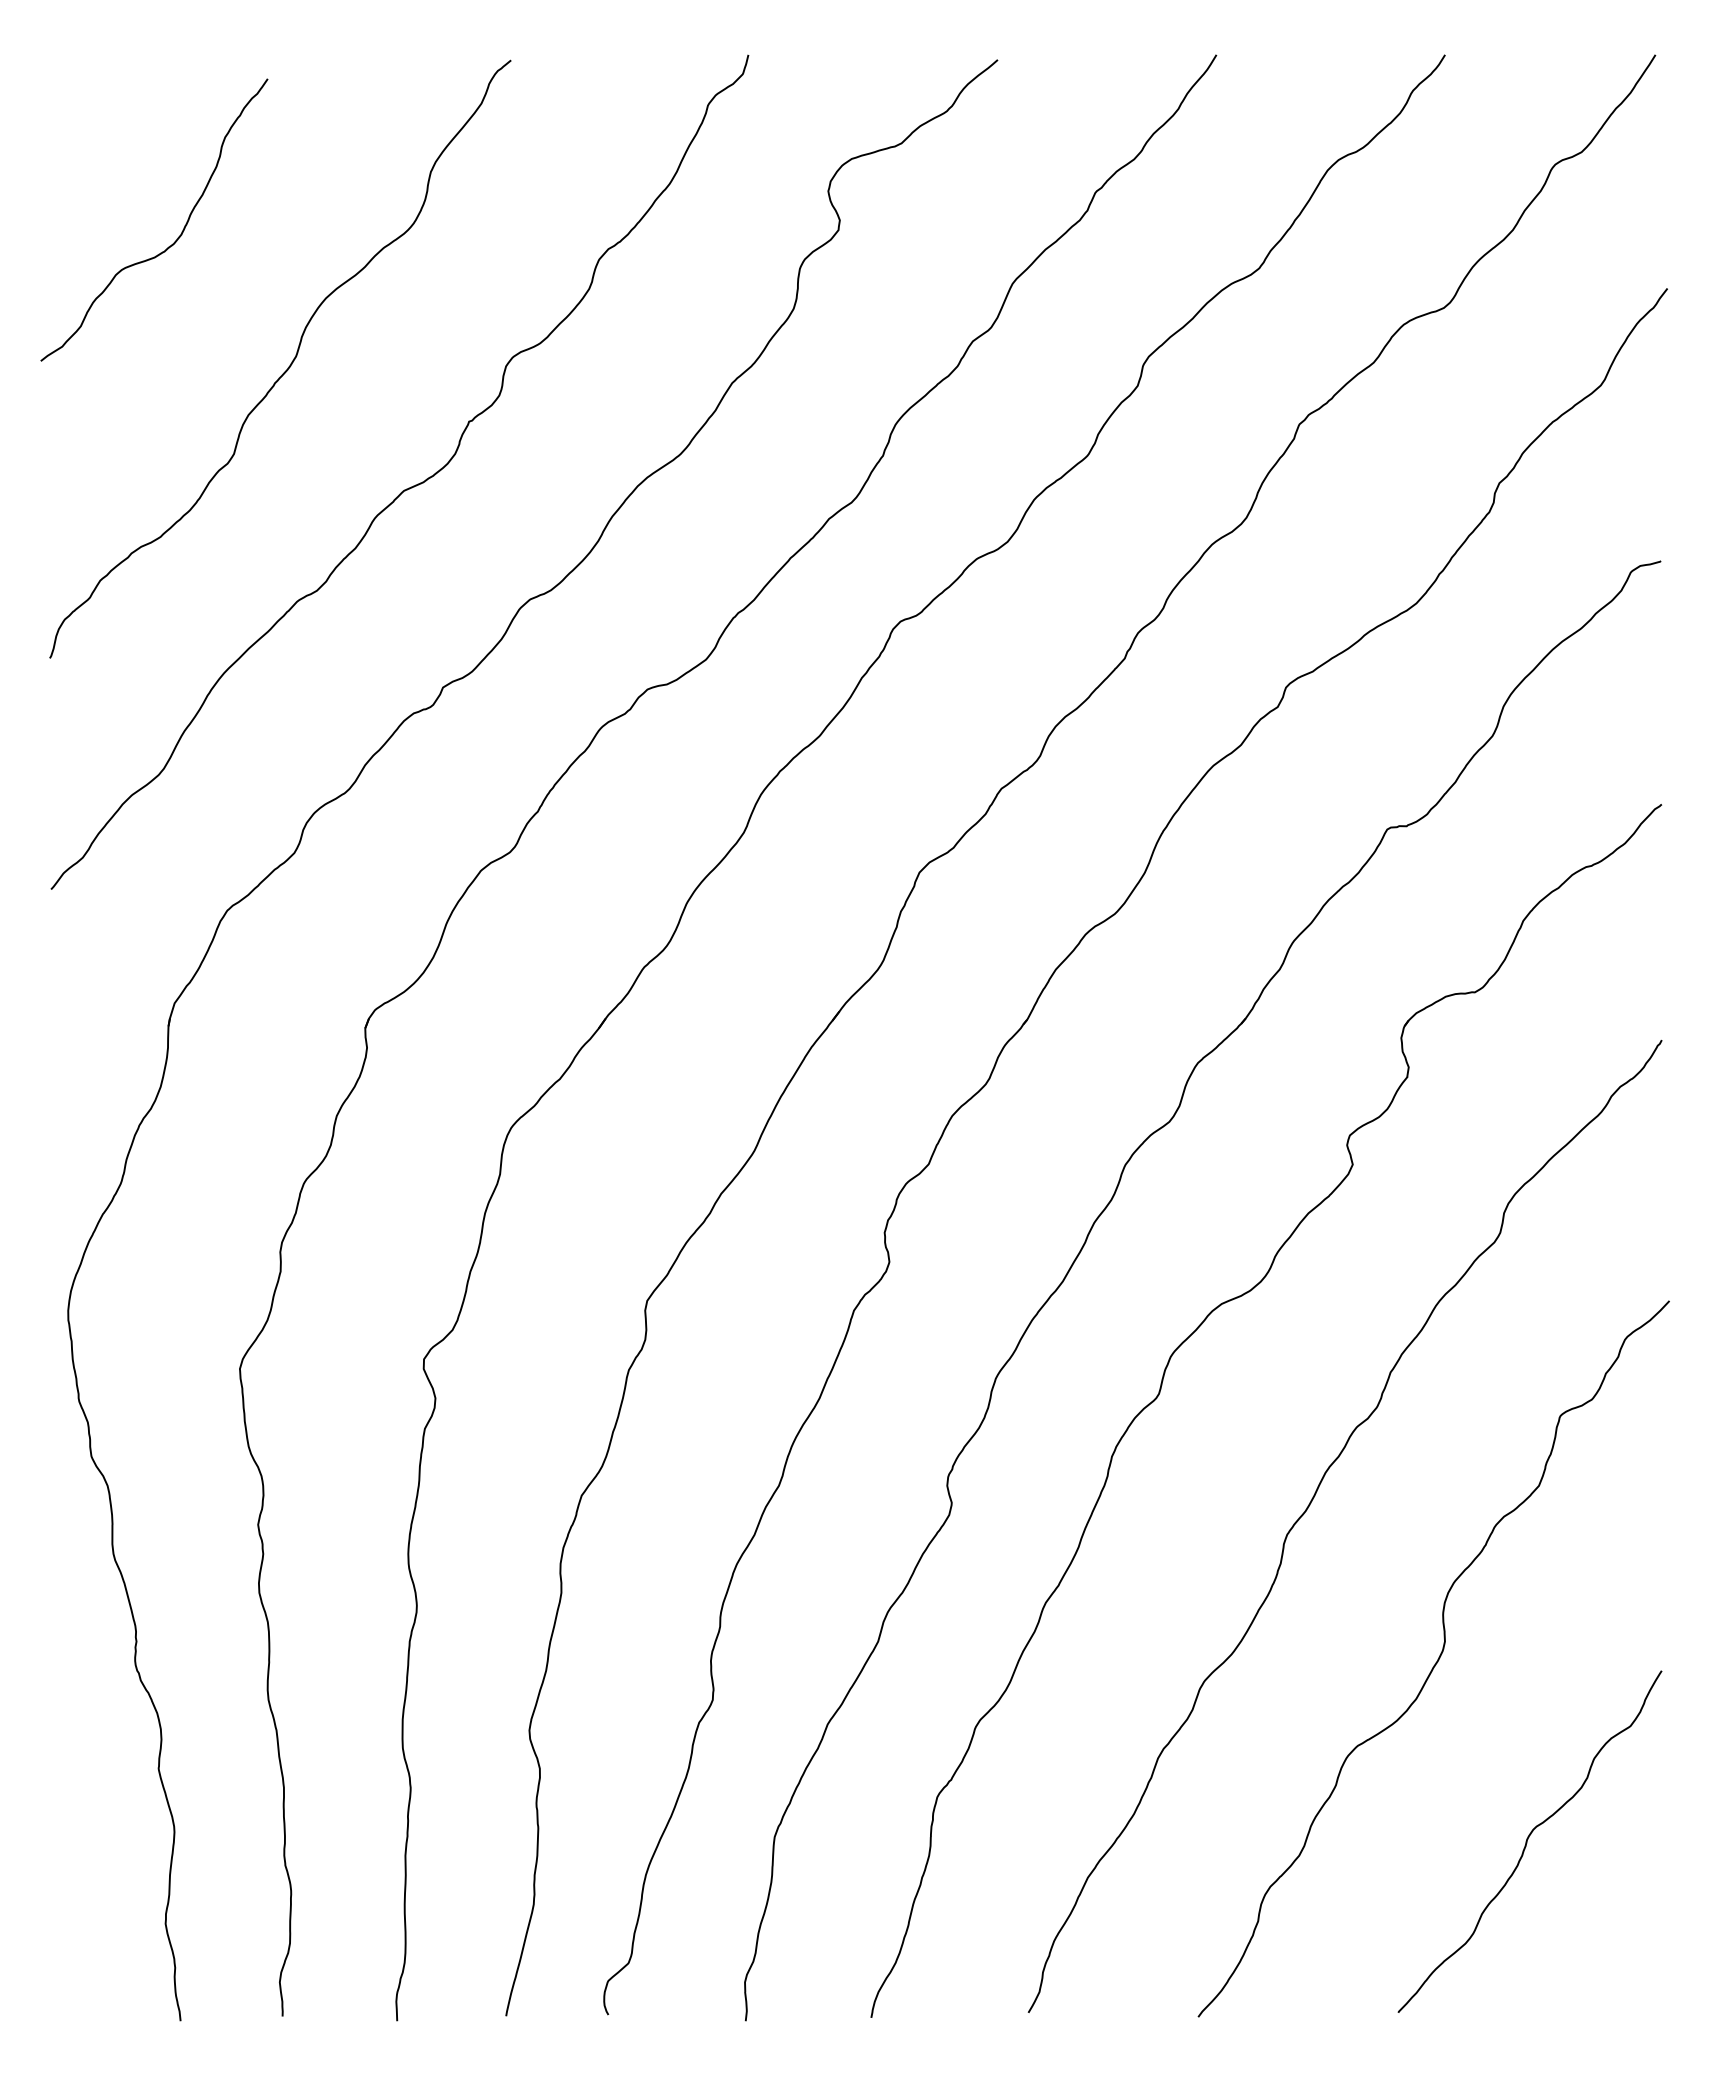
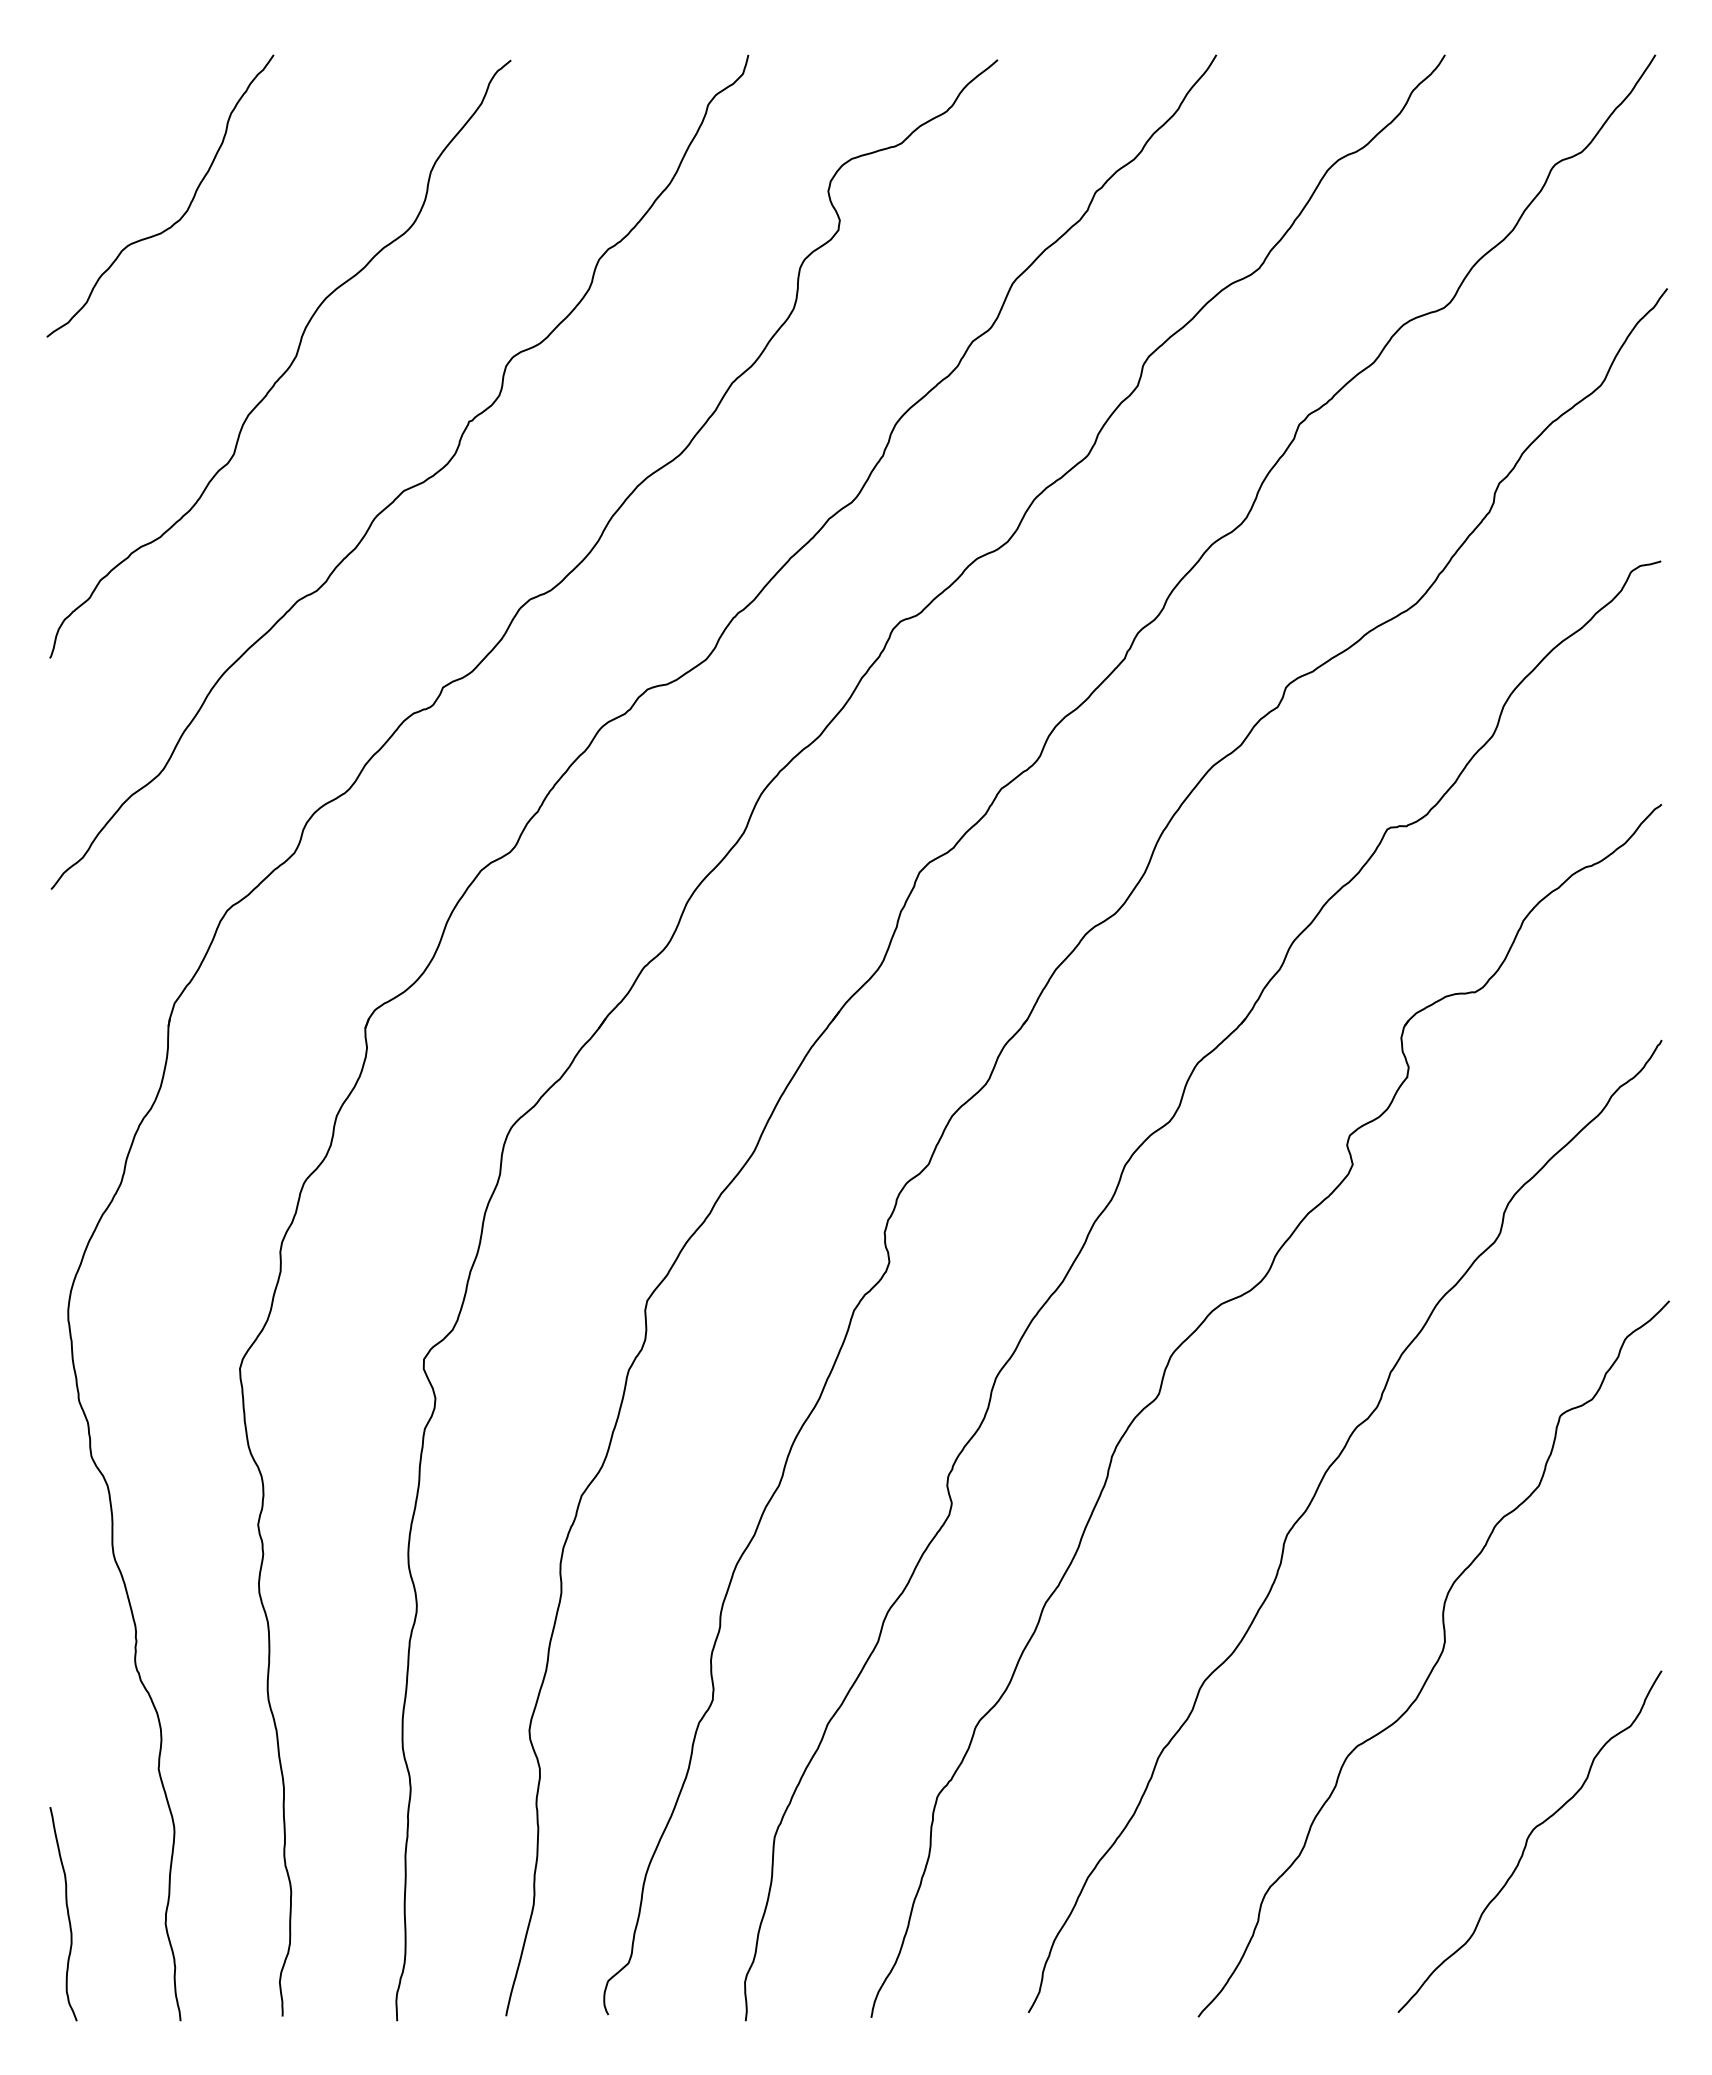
curve at (177, 237) position: (177, 237) -> (183, 213)
curve at (67, 1914): none -> present
